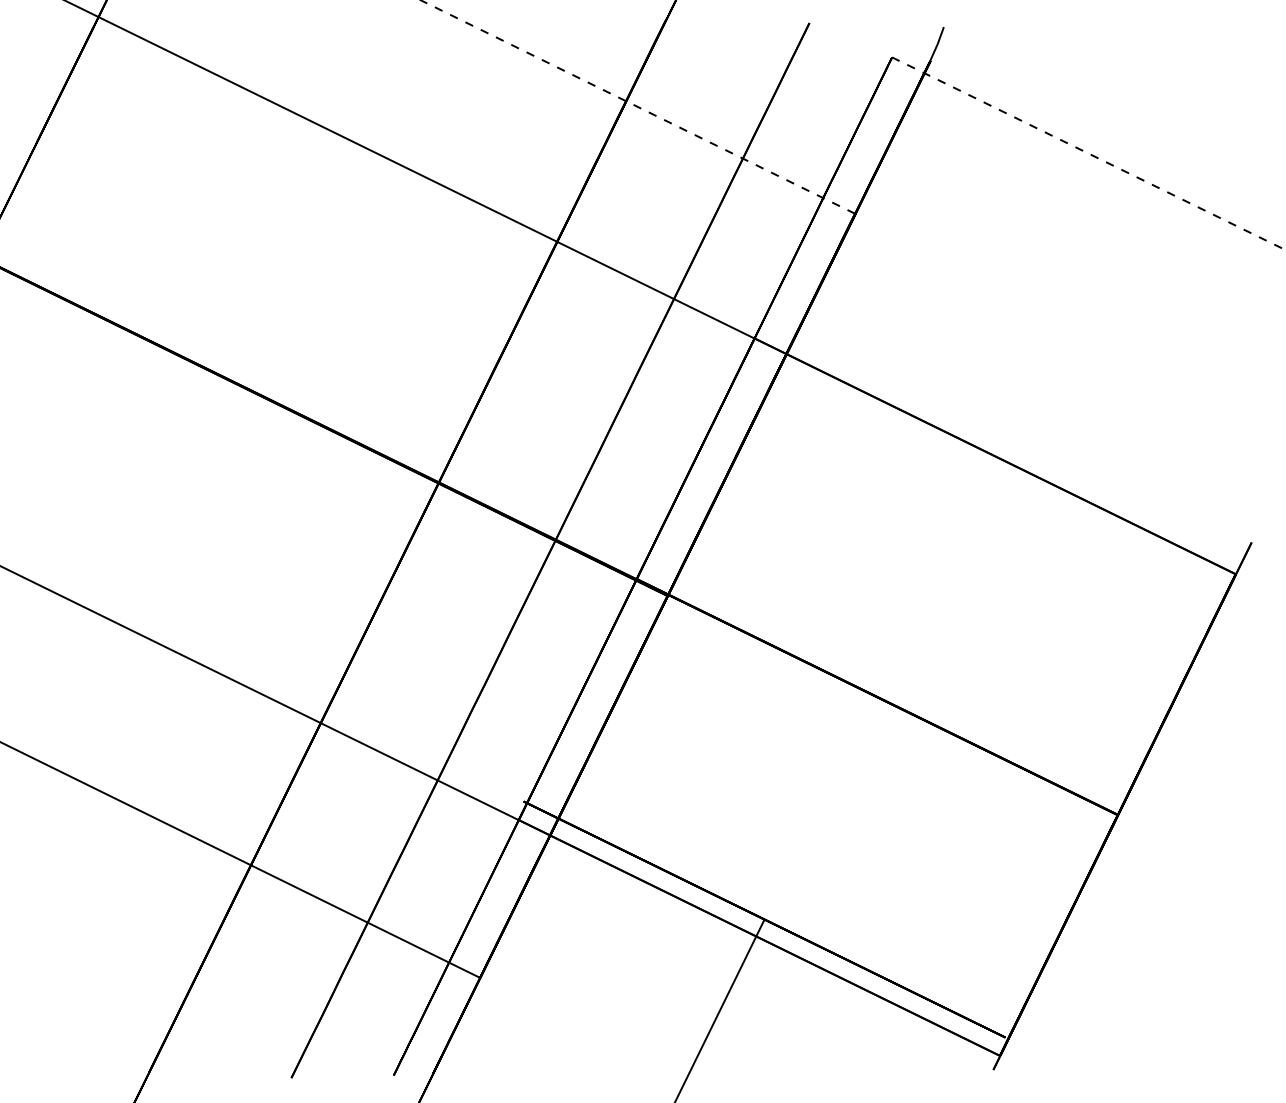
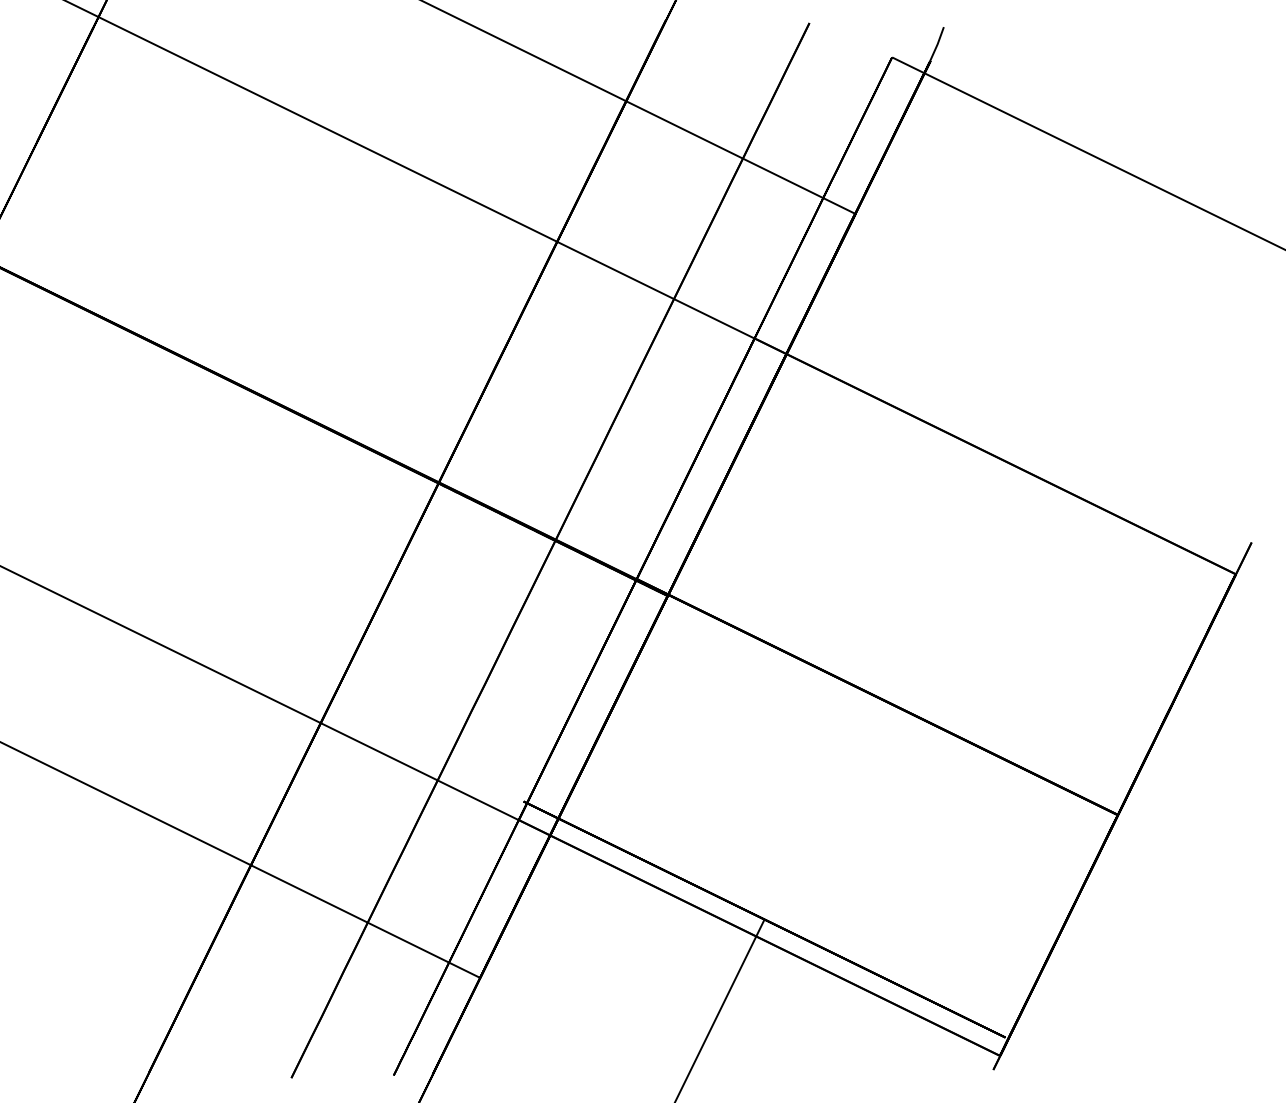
line at (637, 106): dashed -> solid
line at (1088, 153): dashed -> solid
